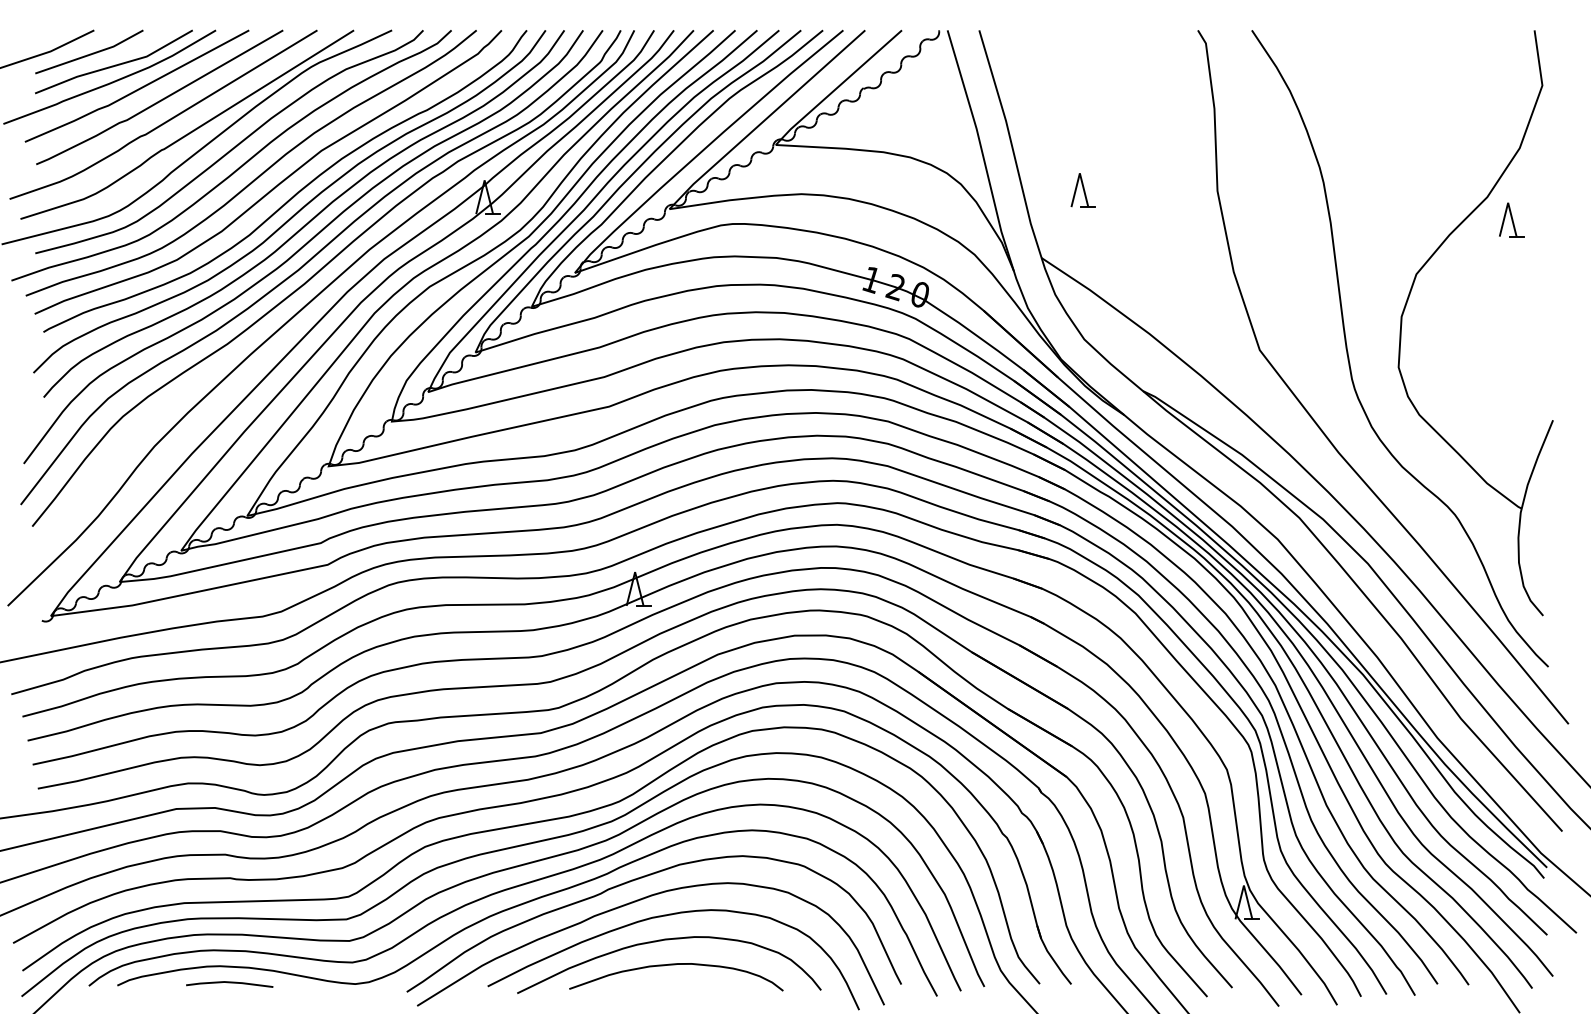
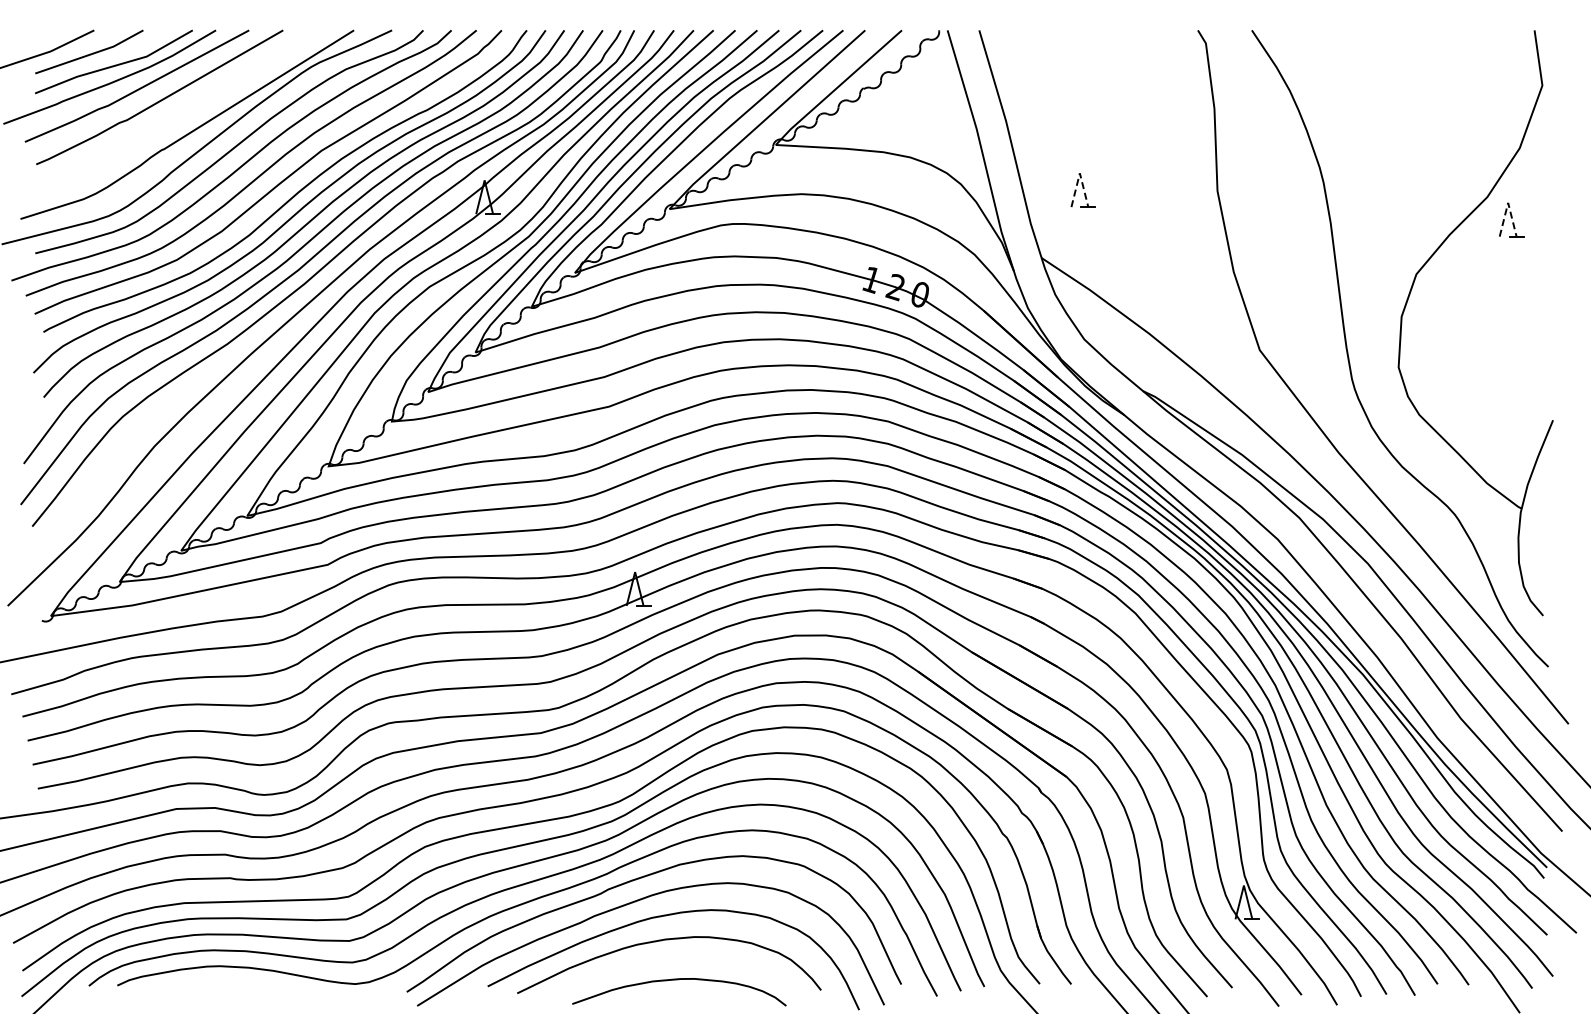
curve at (166, 120): present -> none
line at (1079, 173): solid -> dashed
line at (1508, 202): solid -> dashed
curve at (675, 965) position: (675, 965) -> (678, 980)
line at (229, 983): present -> none
